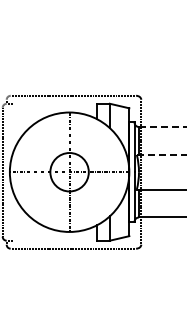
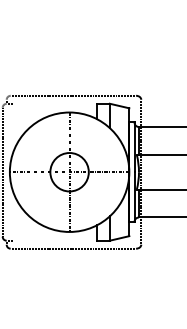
line at (162, 126): dashed -> solid
line at (161, 154): dashed -> solid
